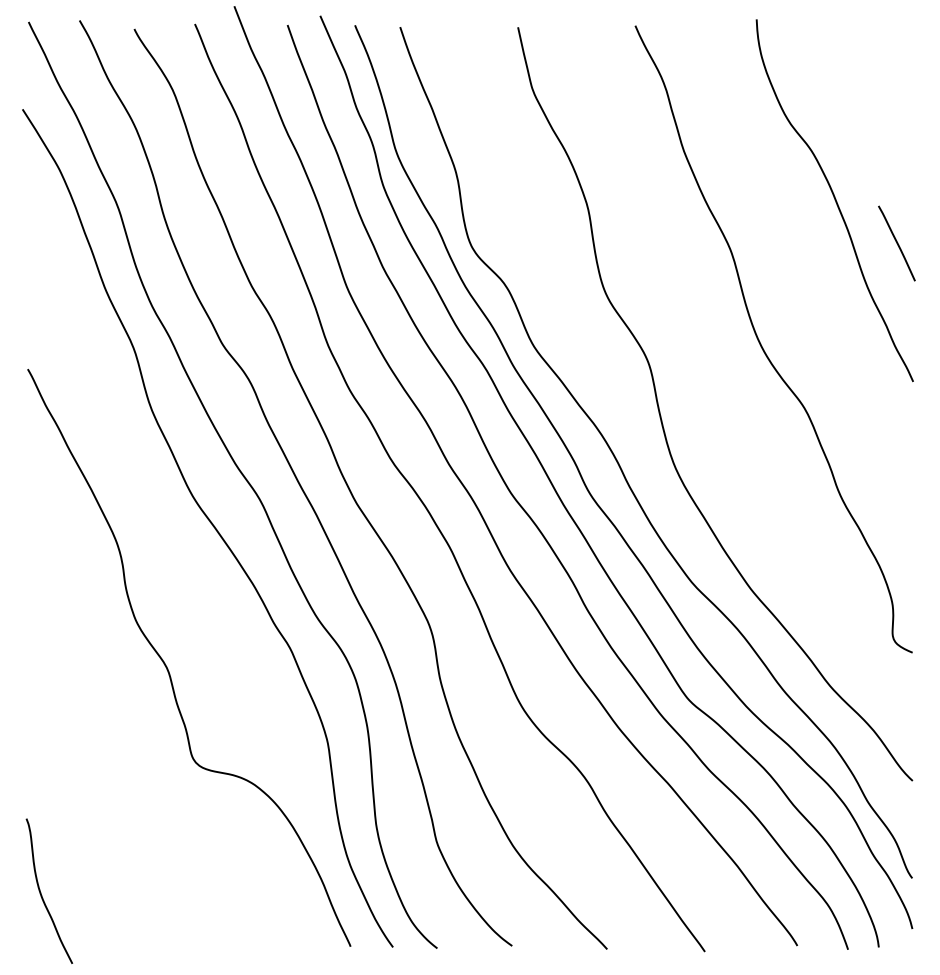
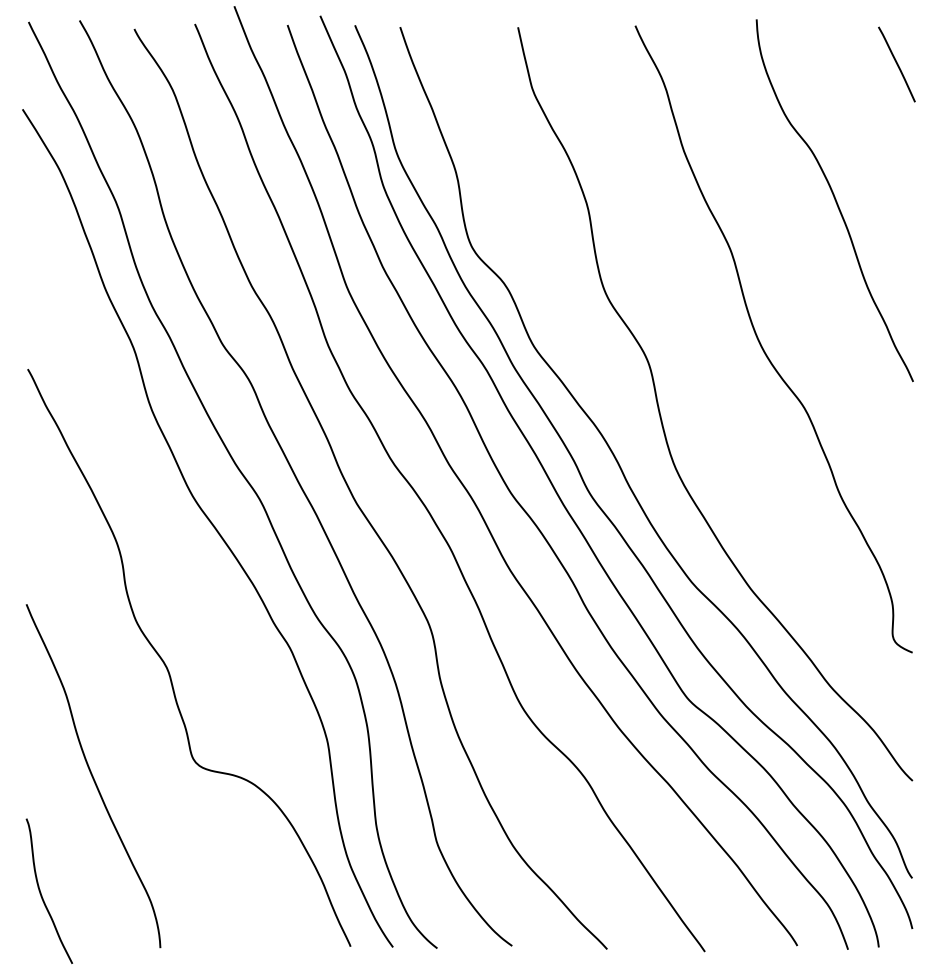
line at (896, 243) position: (896, 243) -> (896, 64)
curve at (93, 776): none -> present
